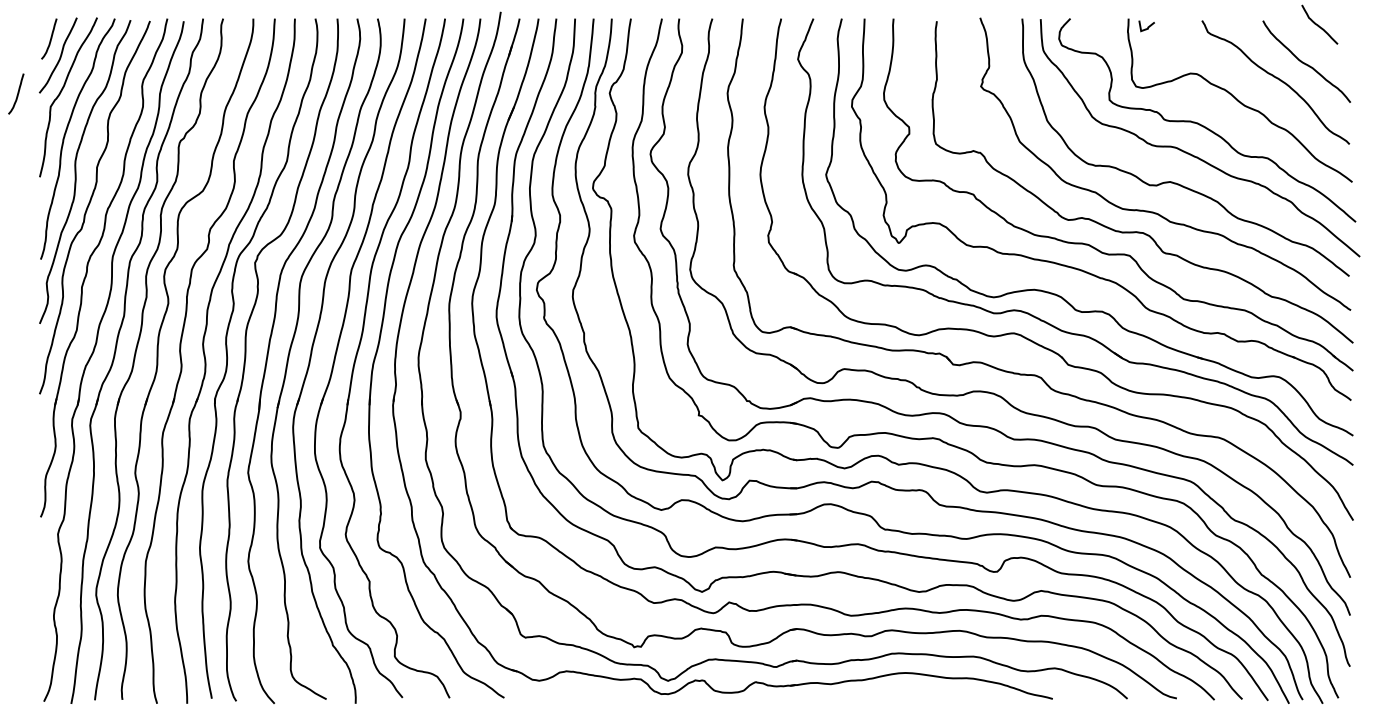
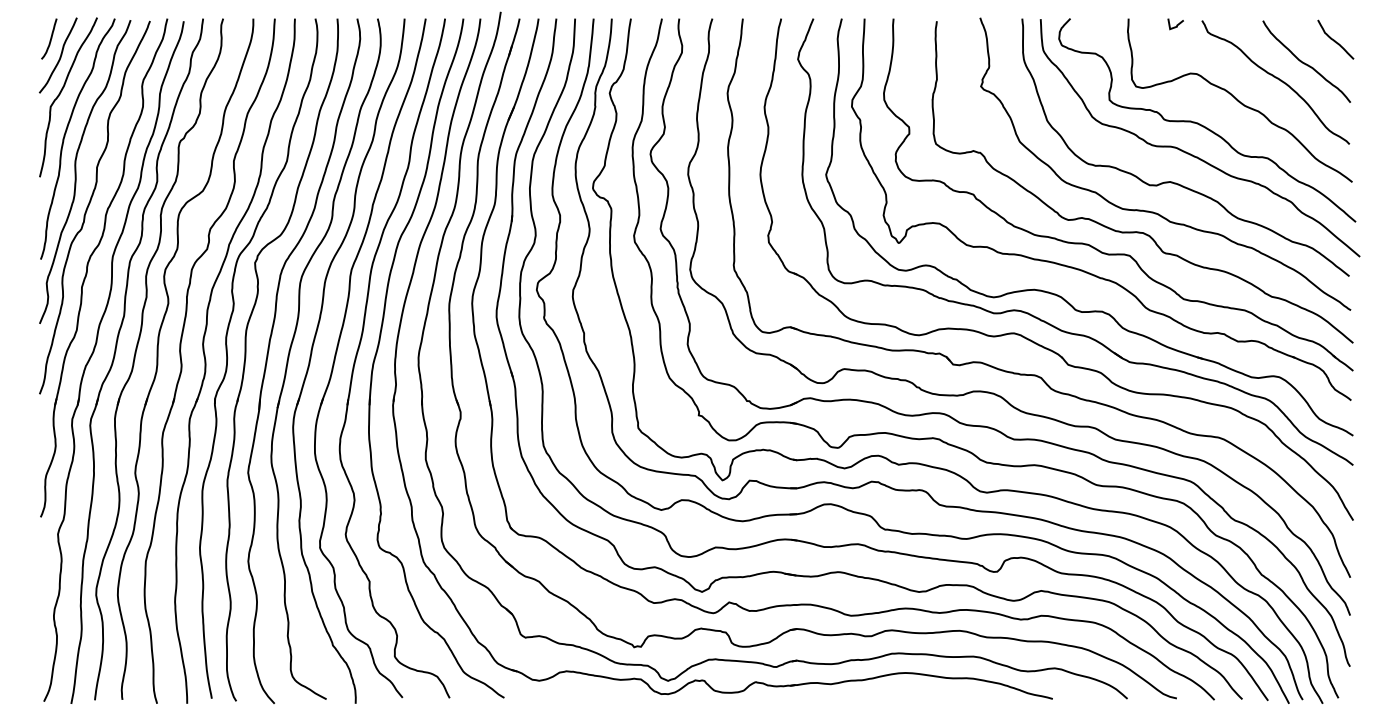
curve at (1318, 24) position: (1318, 24) -> (1334, 39)
curve at (1147, 26) position: (1147, 26) -> (1176, 24)
curve at (17, 93): present -> none
